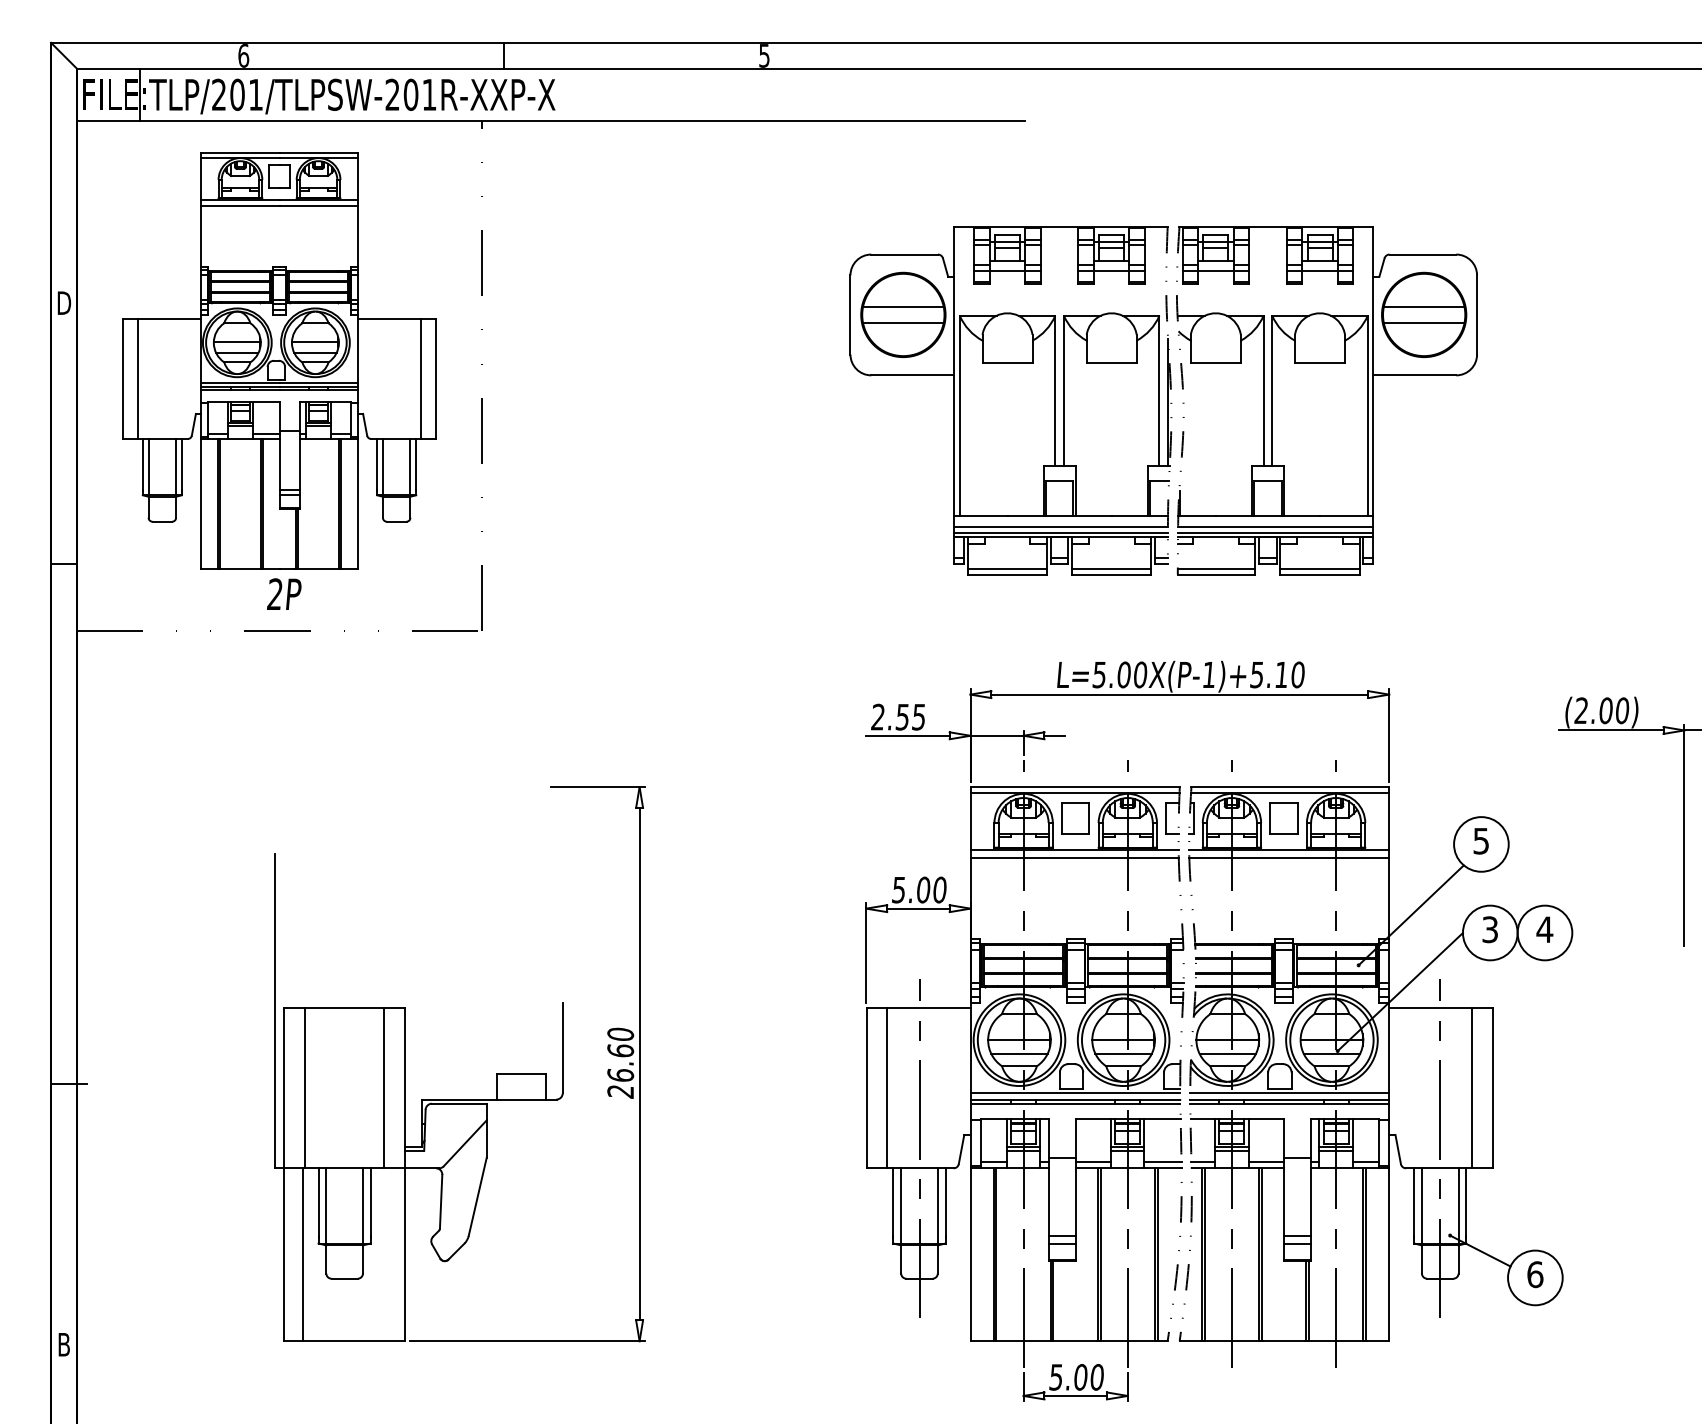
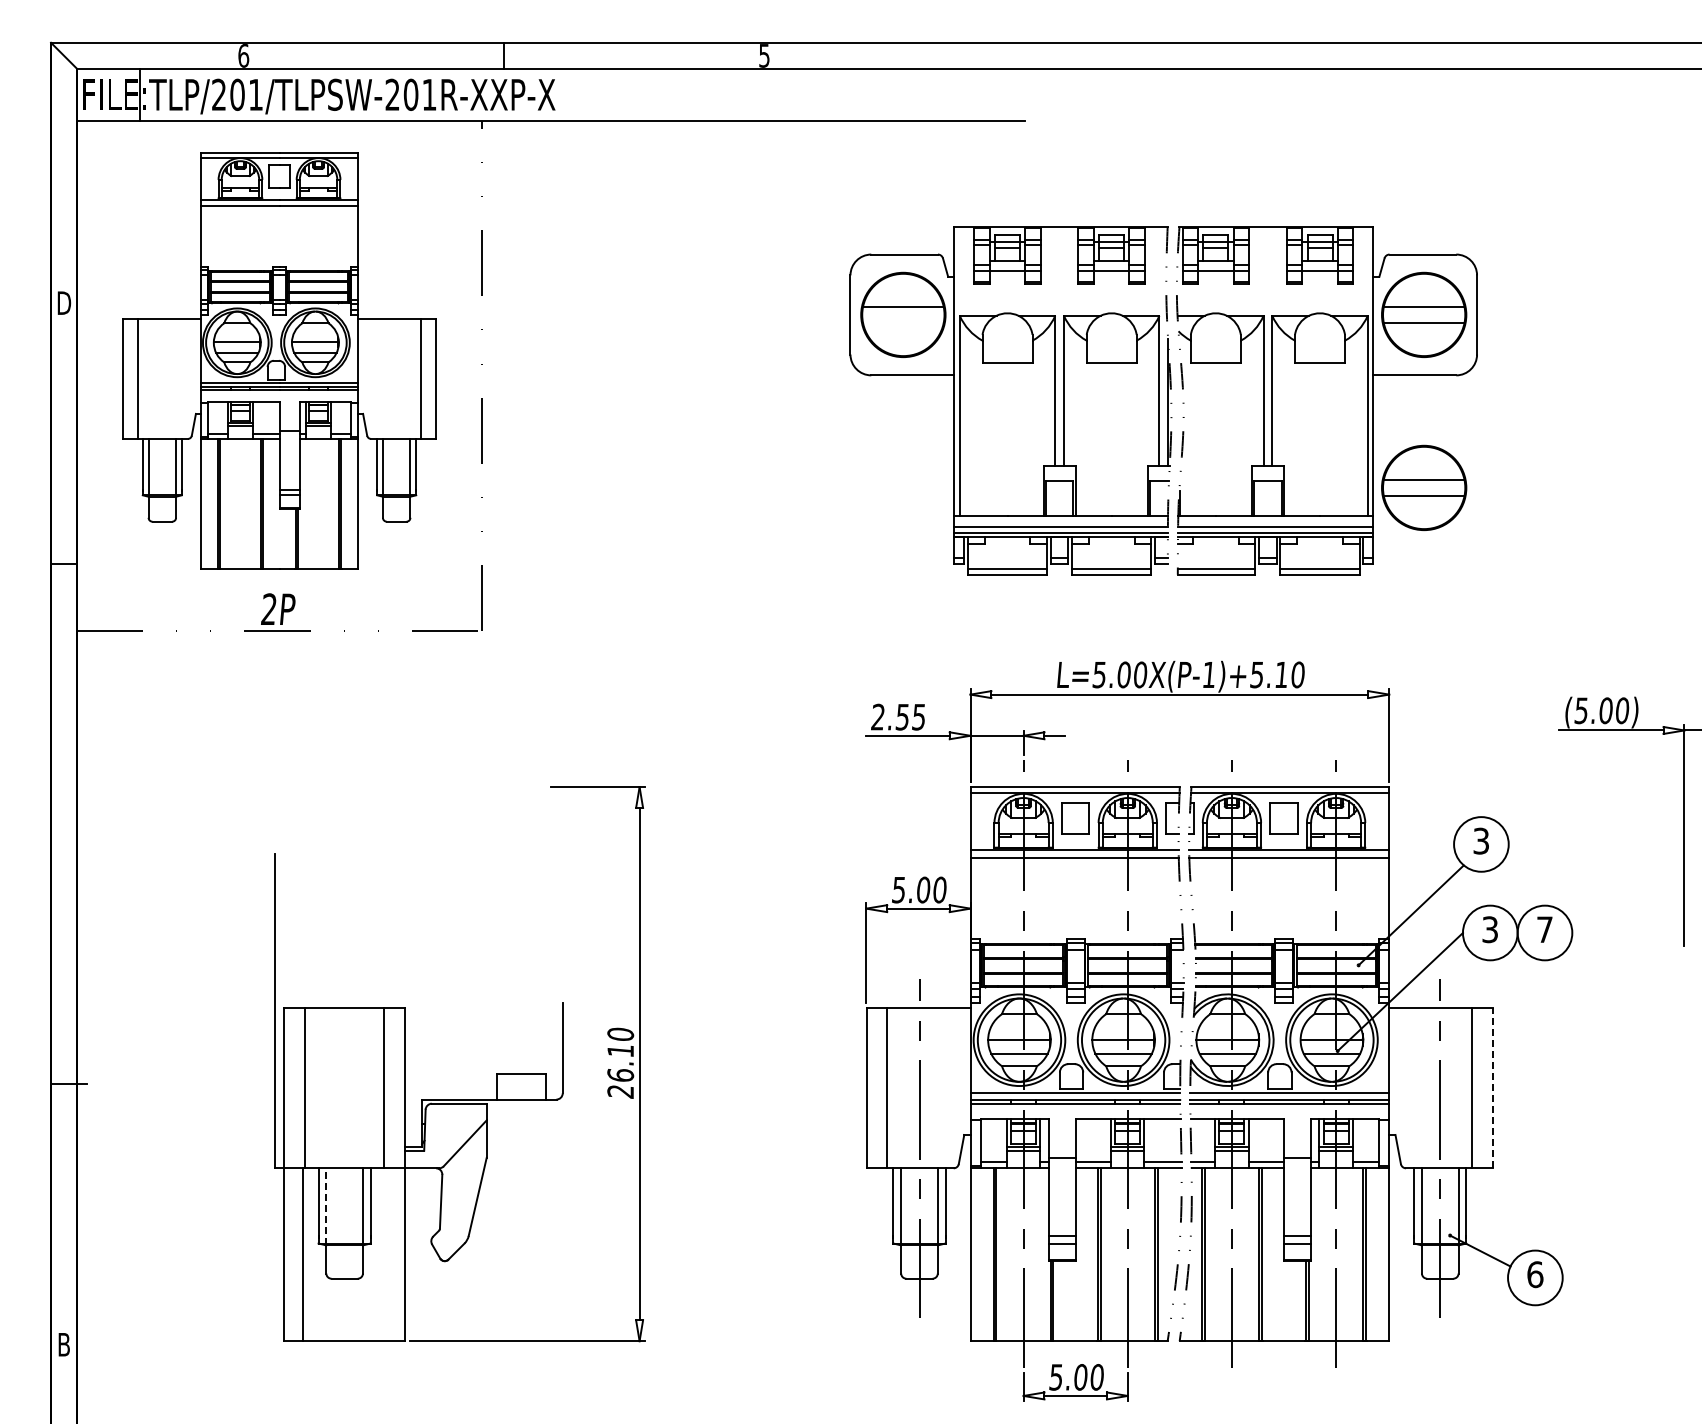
line at (903, 322): present -> none
part at (1424, 487): none -> present
text at (284, 593) position: (284, 593) -> (278, 608)
text at (1580, 710): (2.00) -> (5.00)
text at (1481, 840): 5 -> 3
text at (1544, 929): 4 -> 7
text at (620, 1050): 26.60 -> 26.10
line at (1493, 1087): solid -> dashed
line at (326, 1206): solid -> dashed
